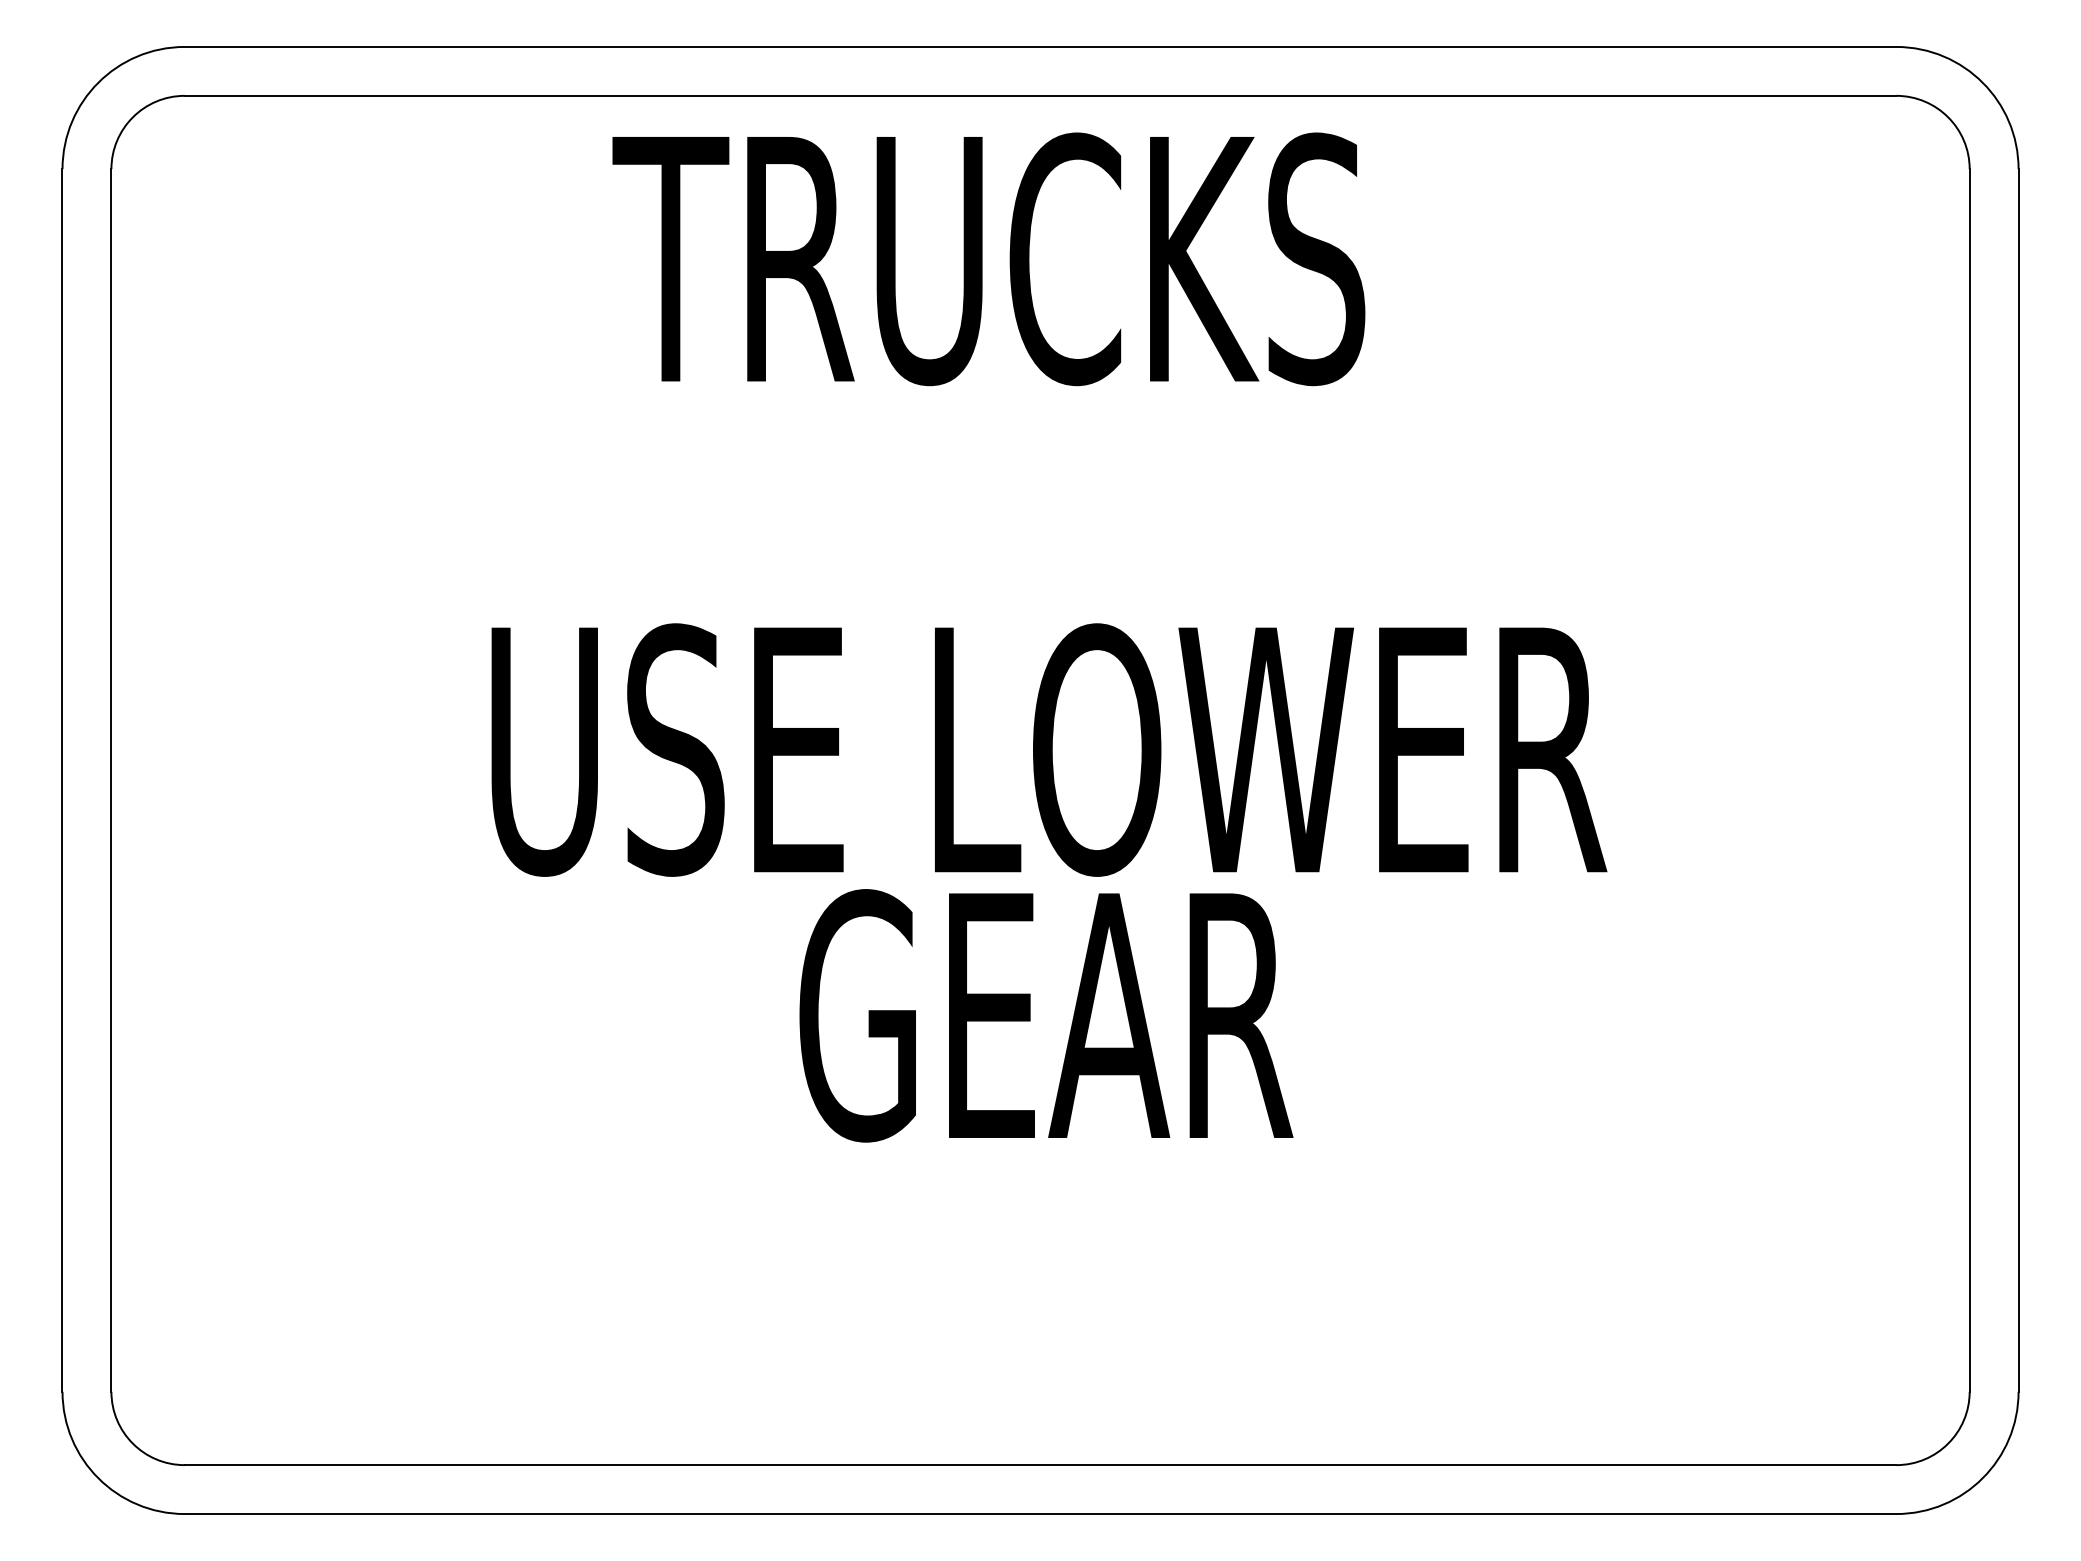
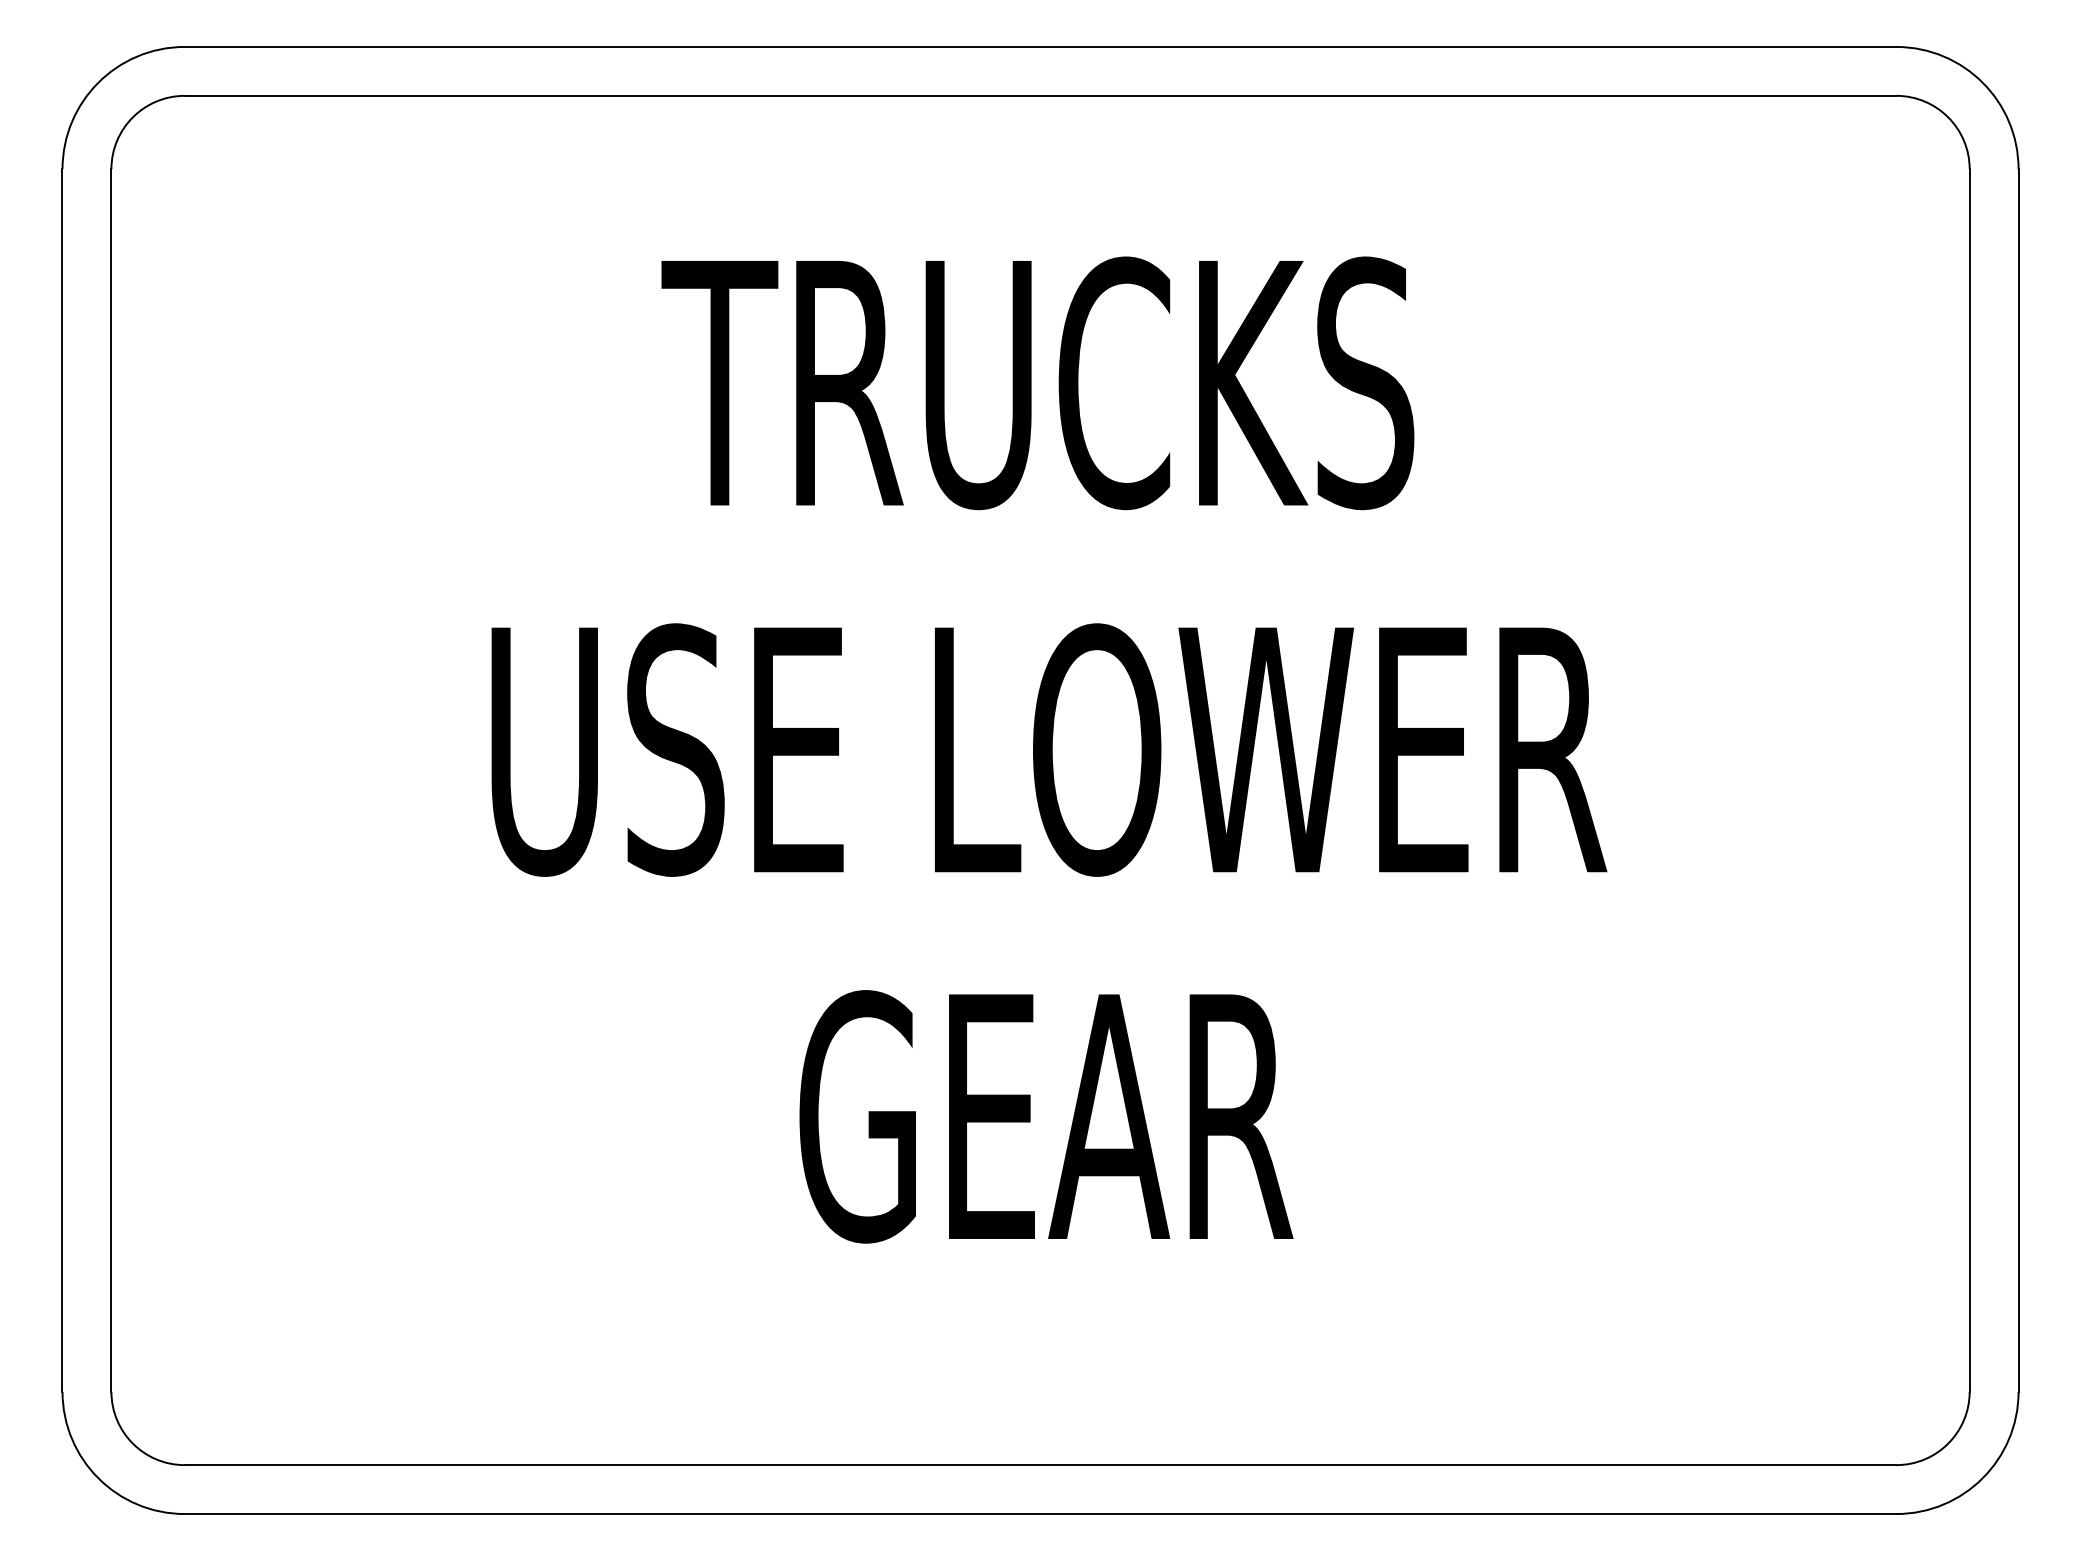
text at (988, 259) position: (988, 259) -> (1037, 383)
text at (1046, 1015) position: (1046, 1015) -> (1046, 1116)
